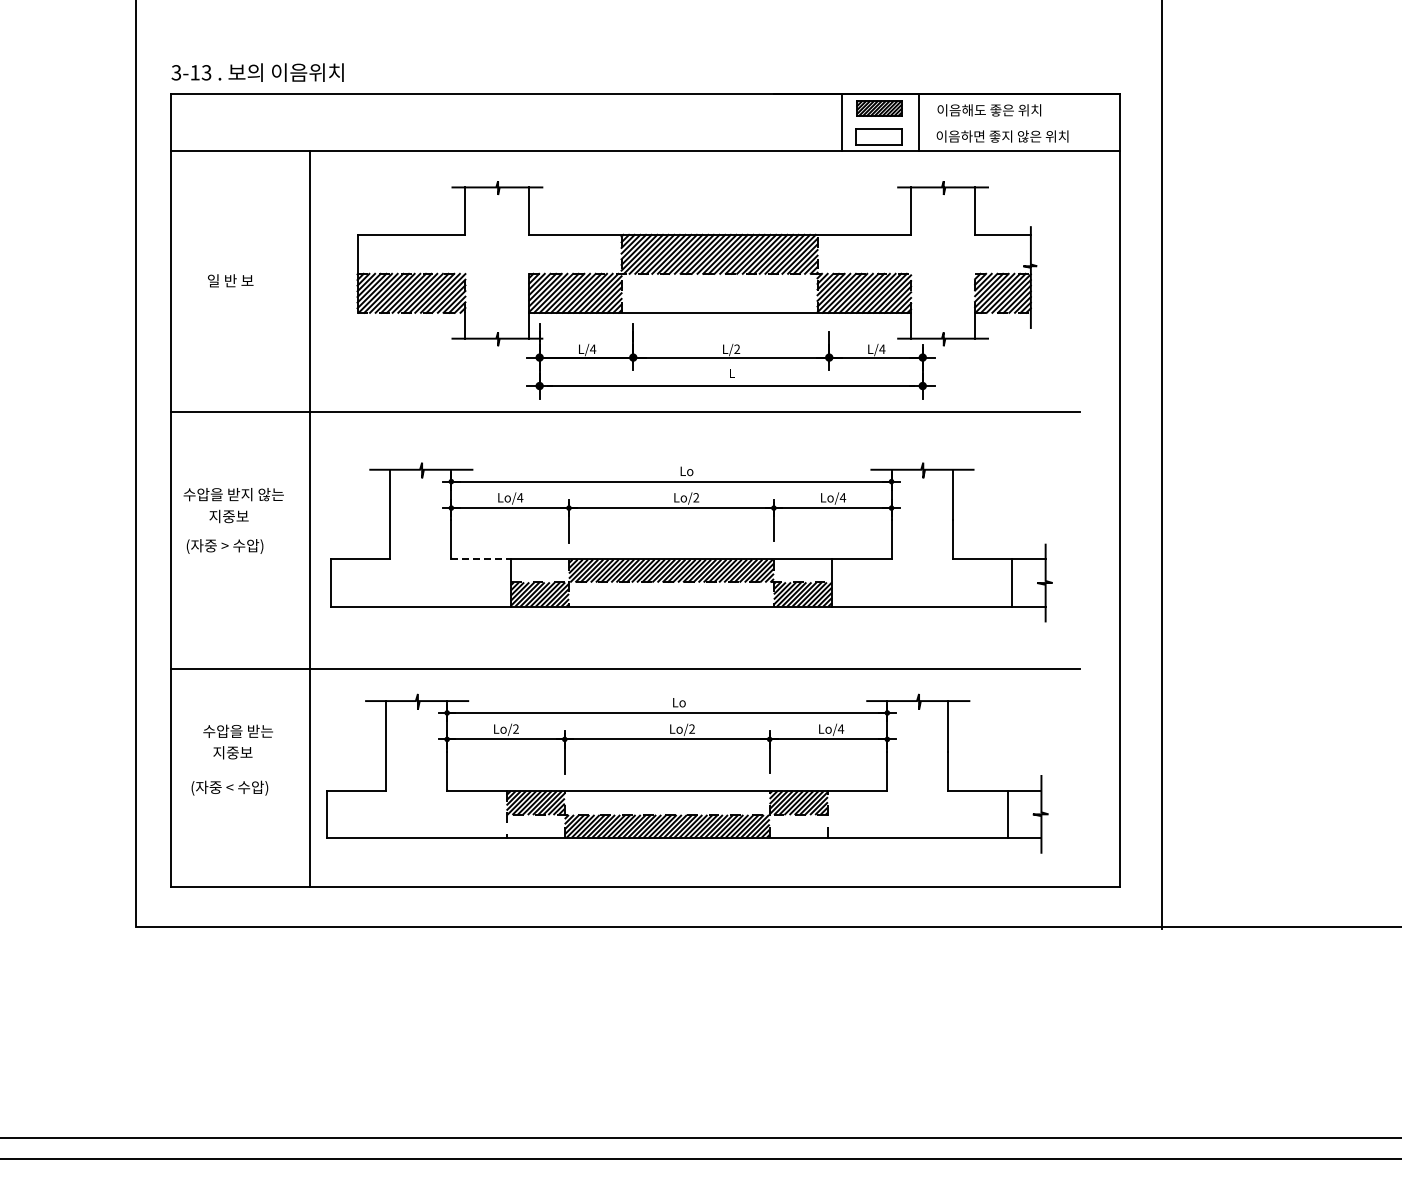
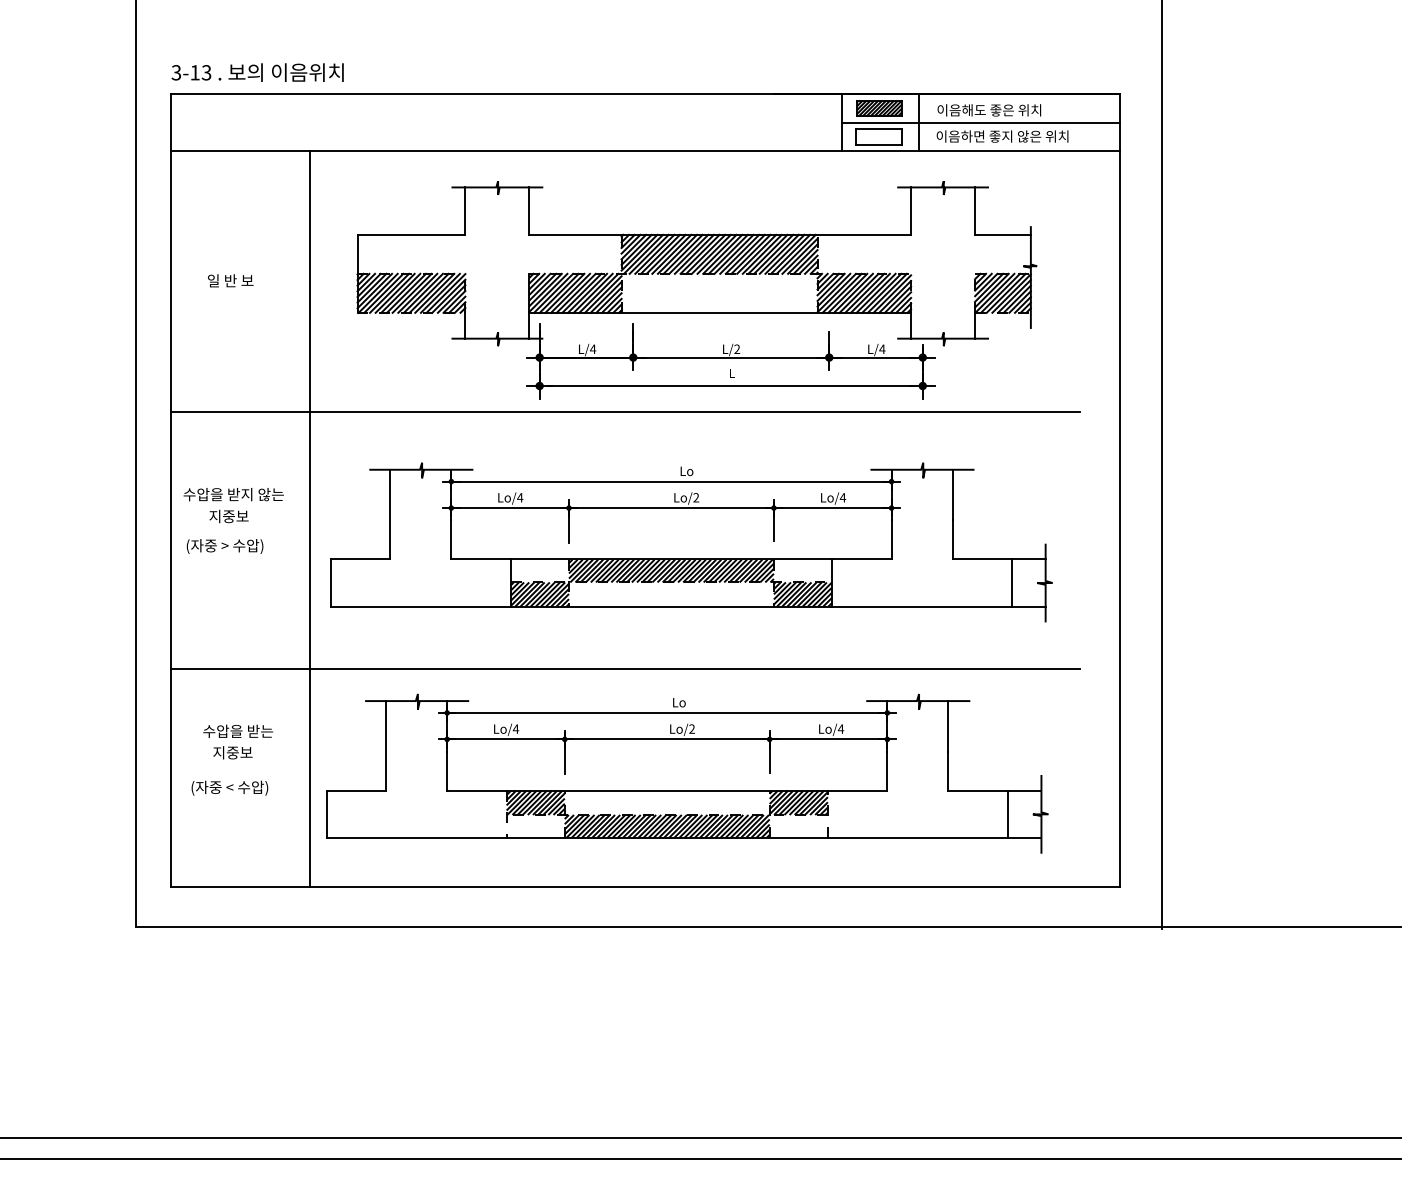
line at (980, 122): none -> present
line at (481, 559): dashed -> solid
text at (515, 728): Lo/2 -> Lo/4
